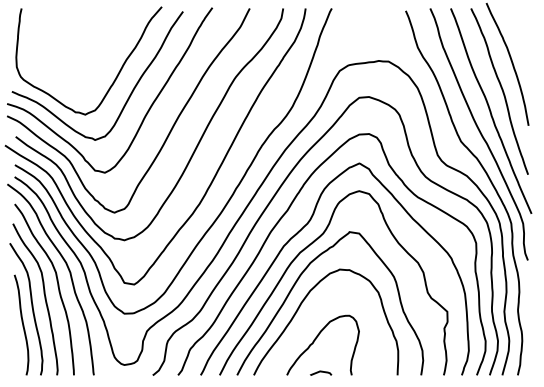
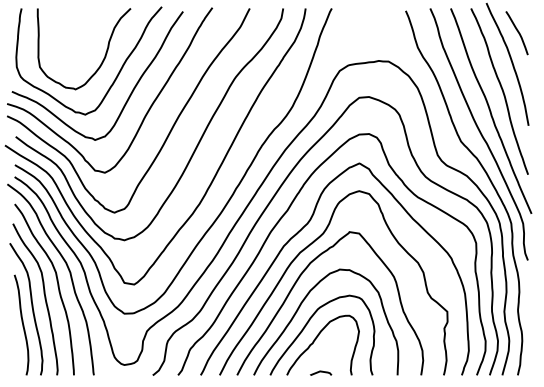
curve at (517, 32): none -> present
curve at (104, 55): none -> present
curve at (308, 323): none -> present
